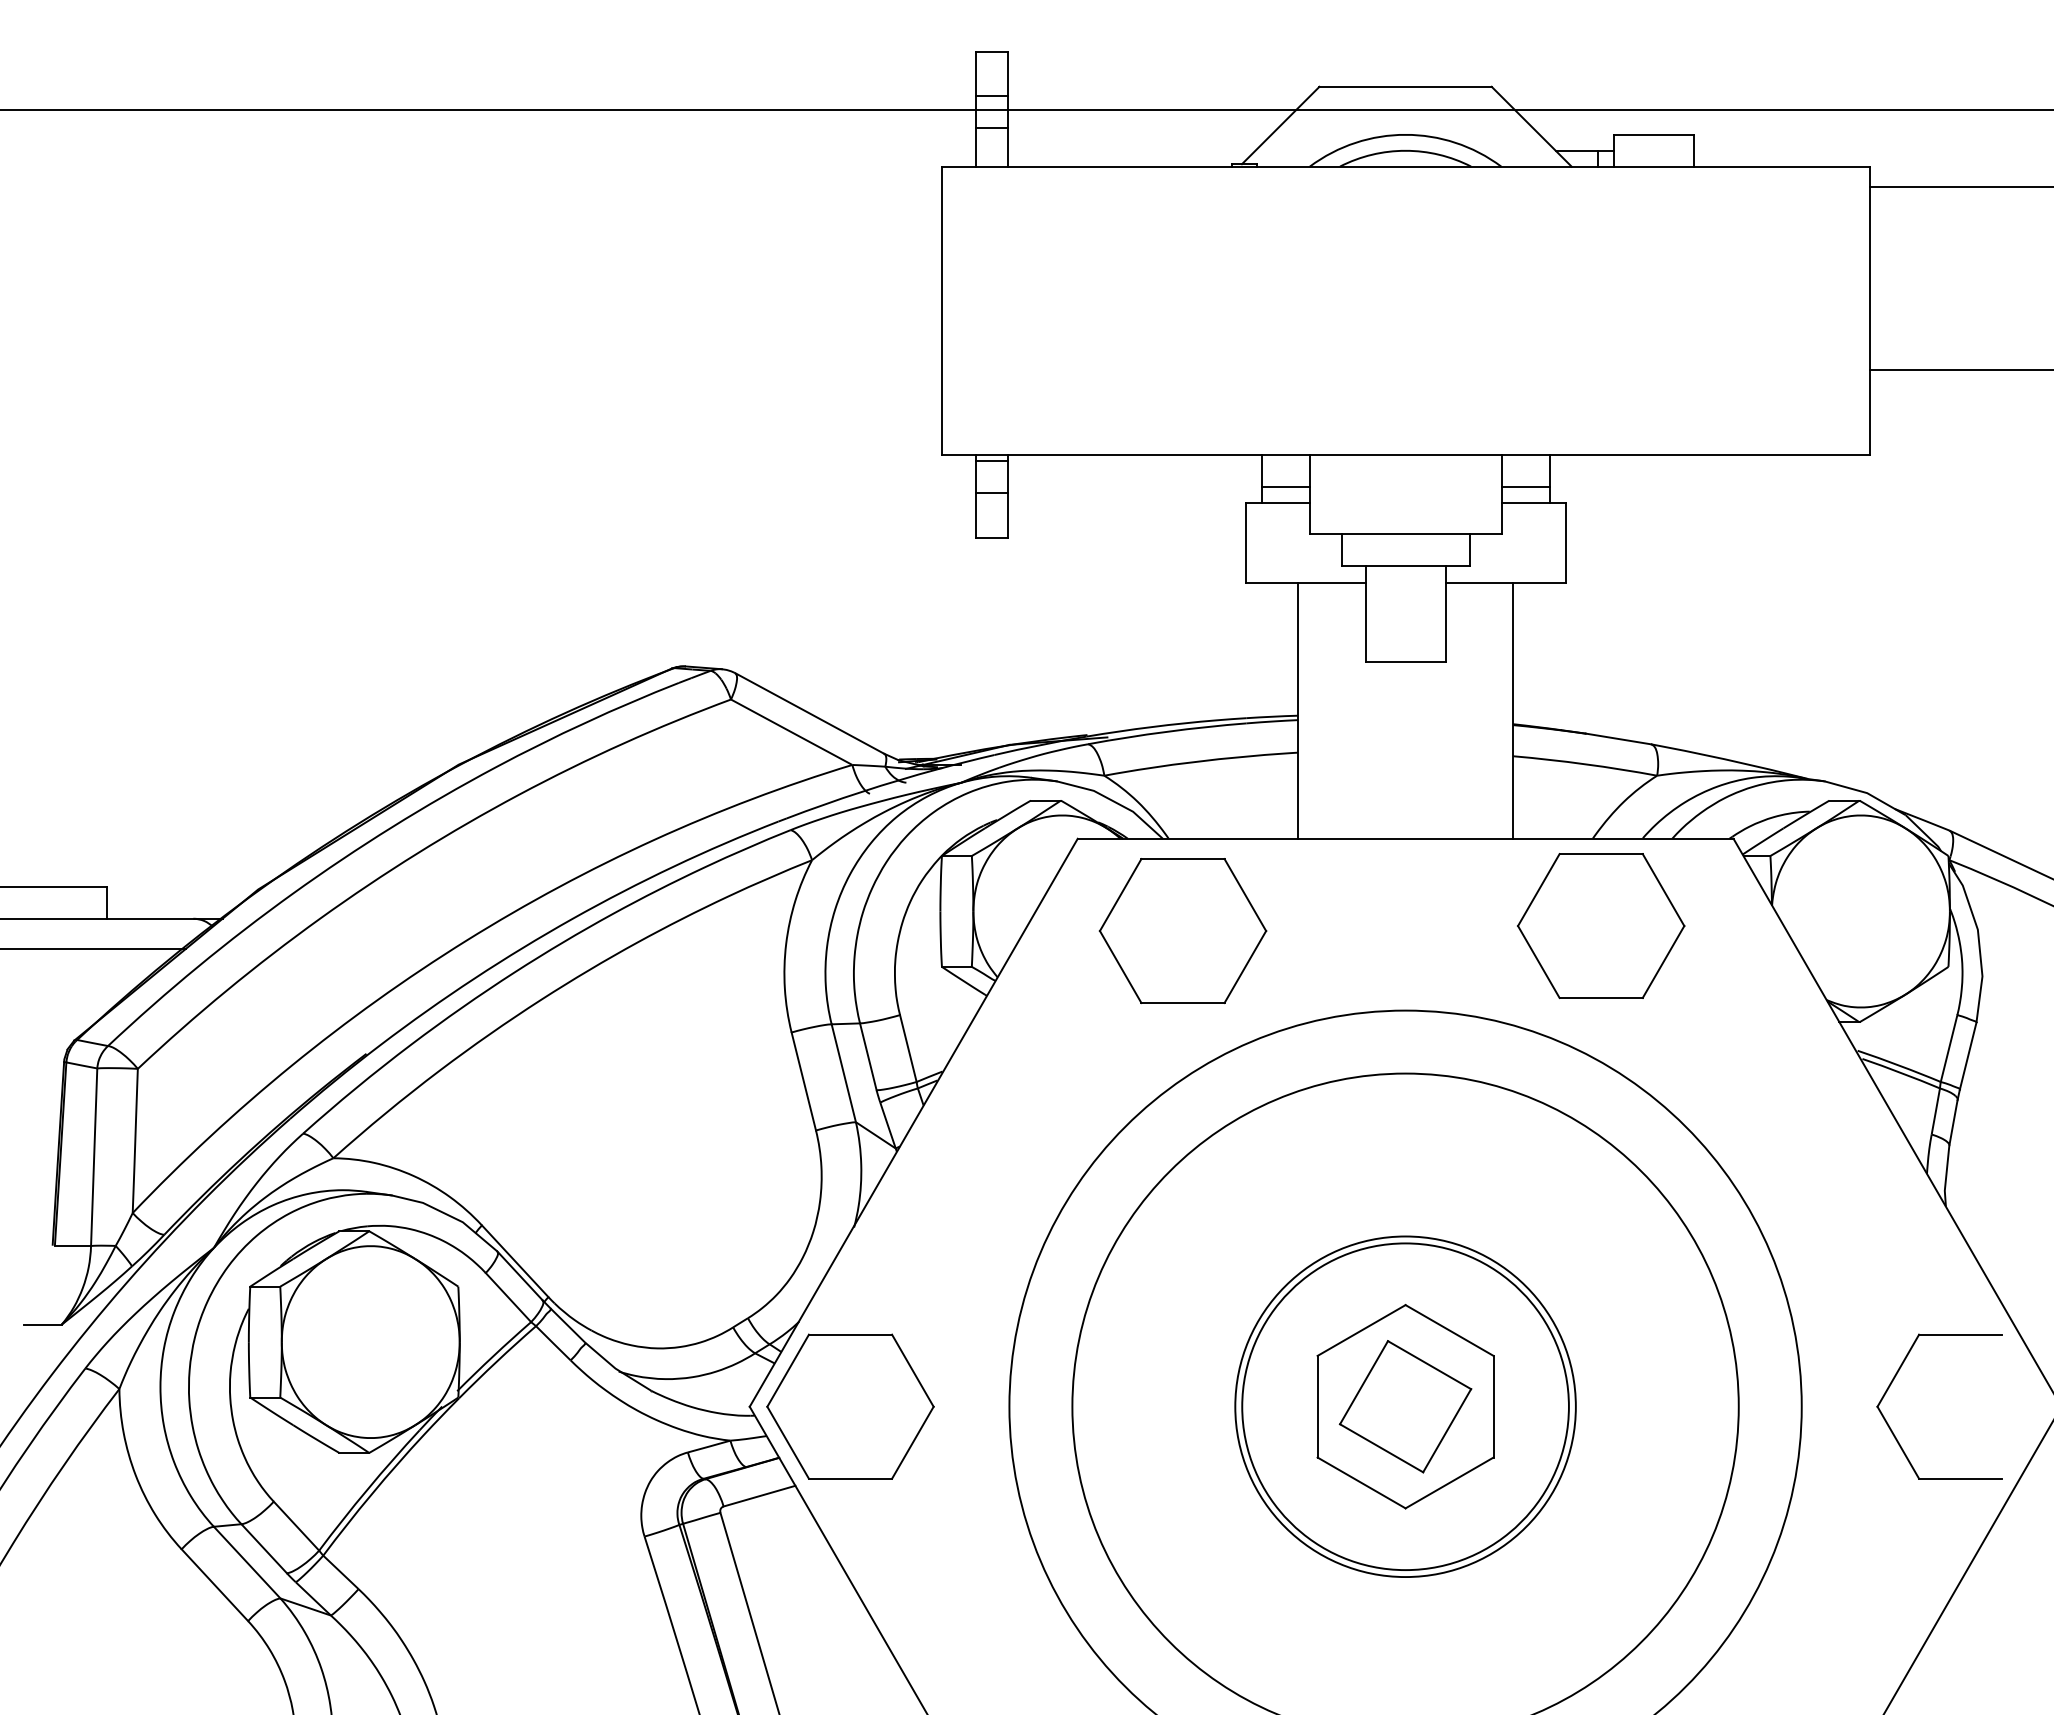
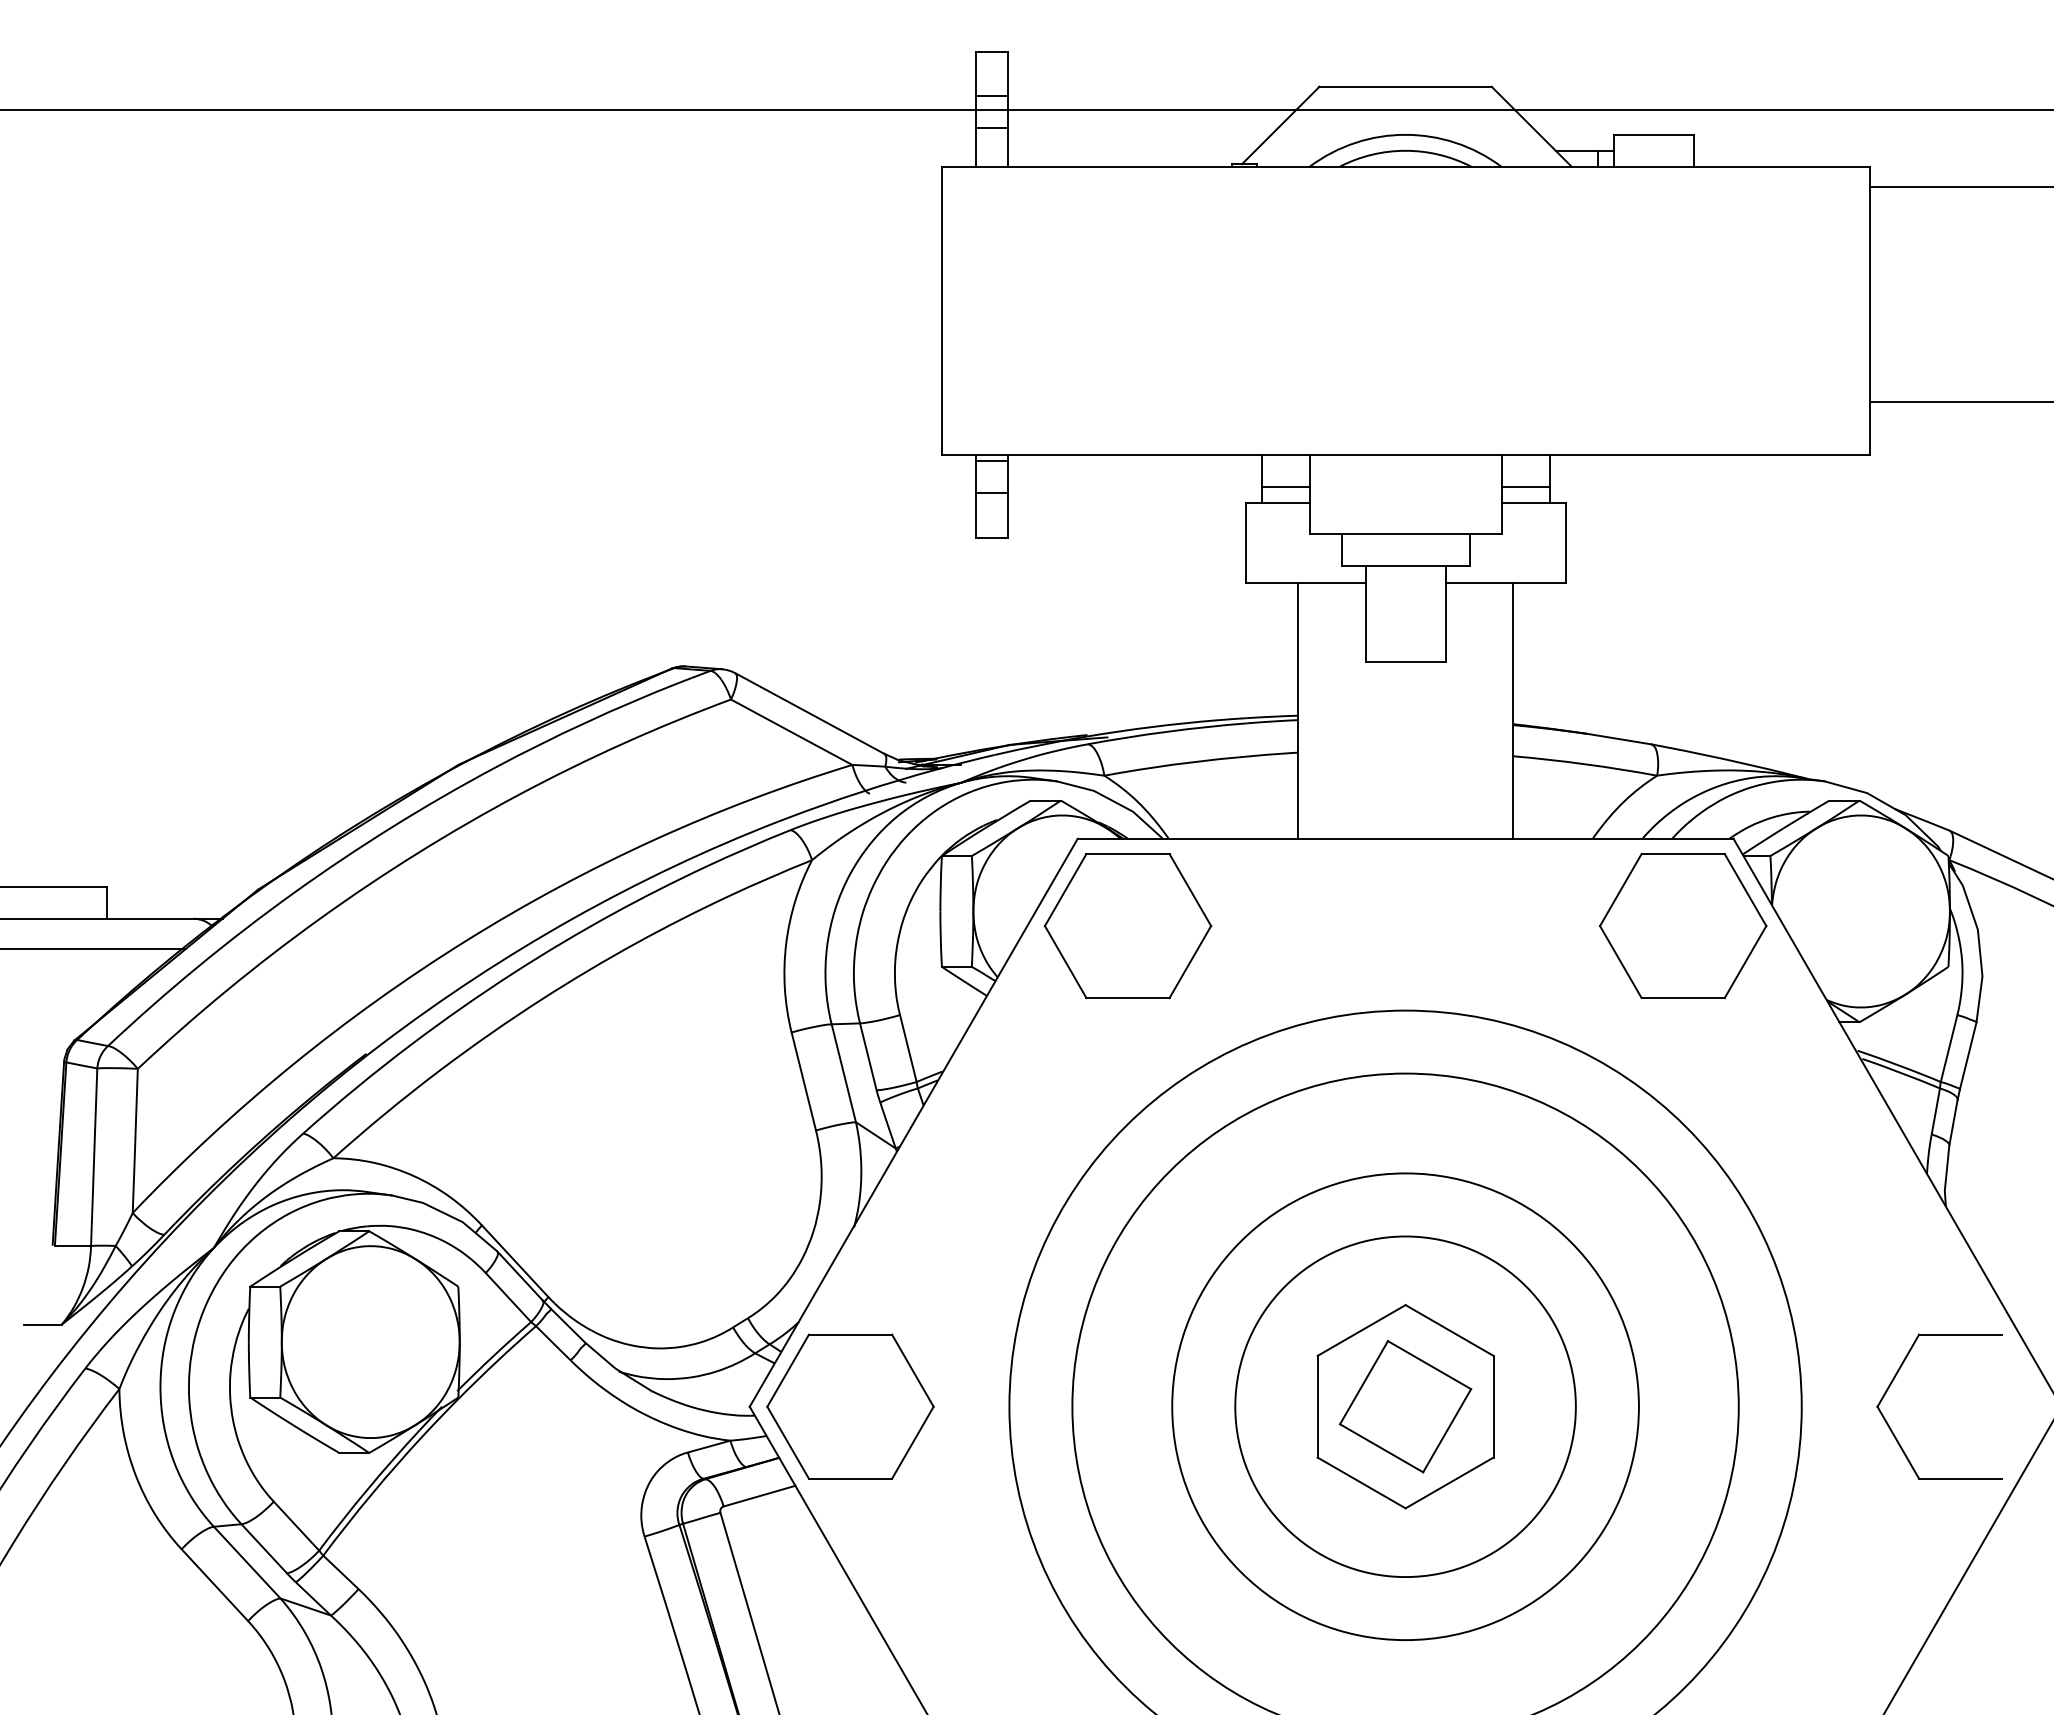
line at (1959, 370) position: (1959, 370) -> (1959, 402)
part at (1601, 926) position: (1601, 926) -> (1683, 926)
part at (1182, 930) position: (1182, 930) -> (1127, 925)
circle at (1405, 1406) diameter: 327 px -> 467 px
